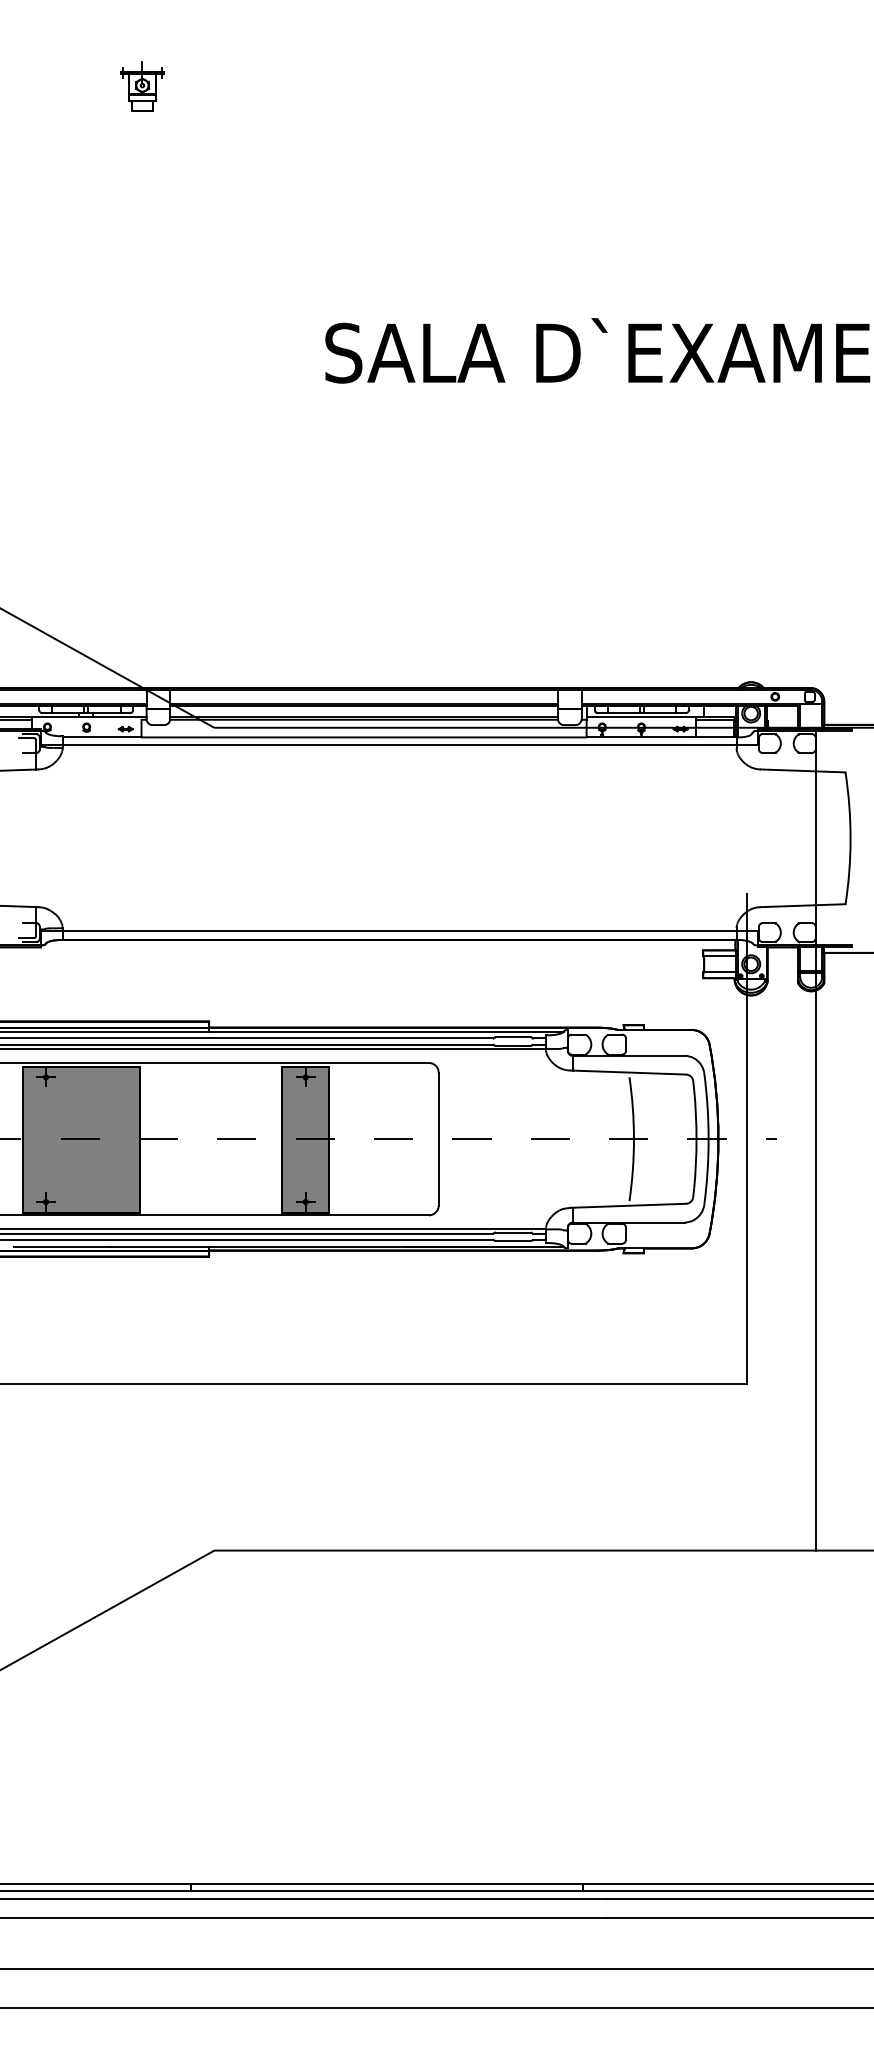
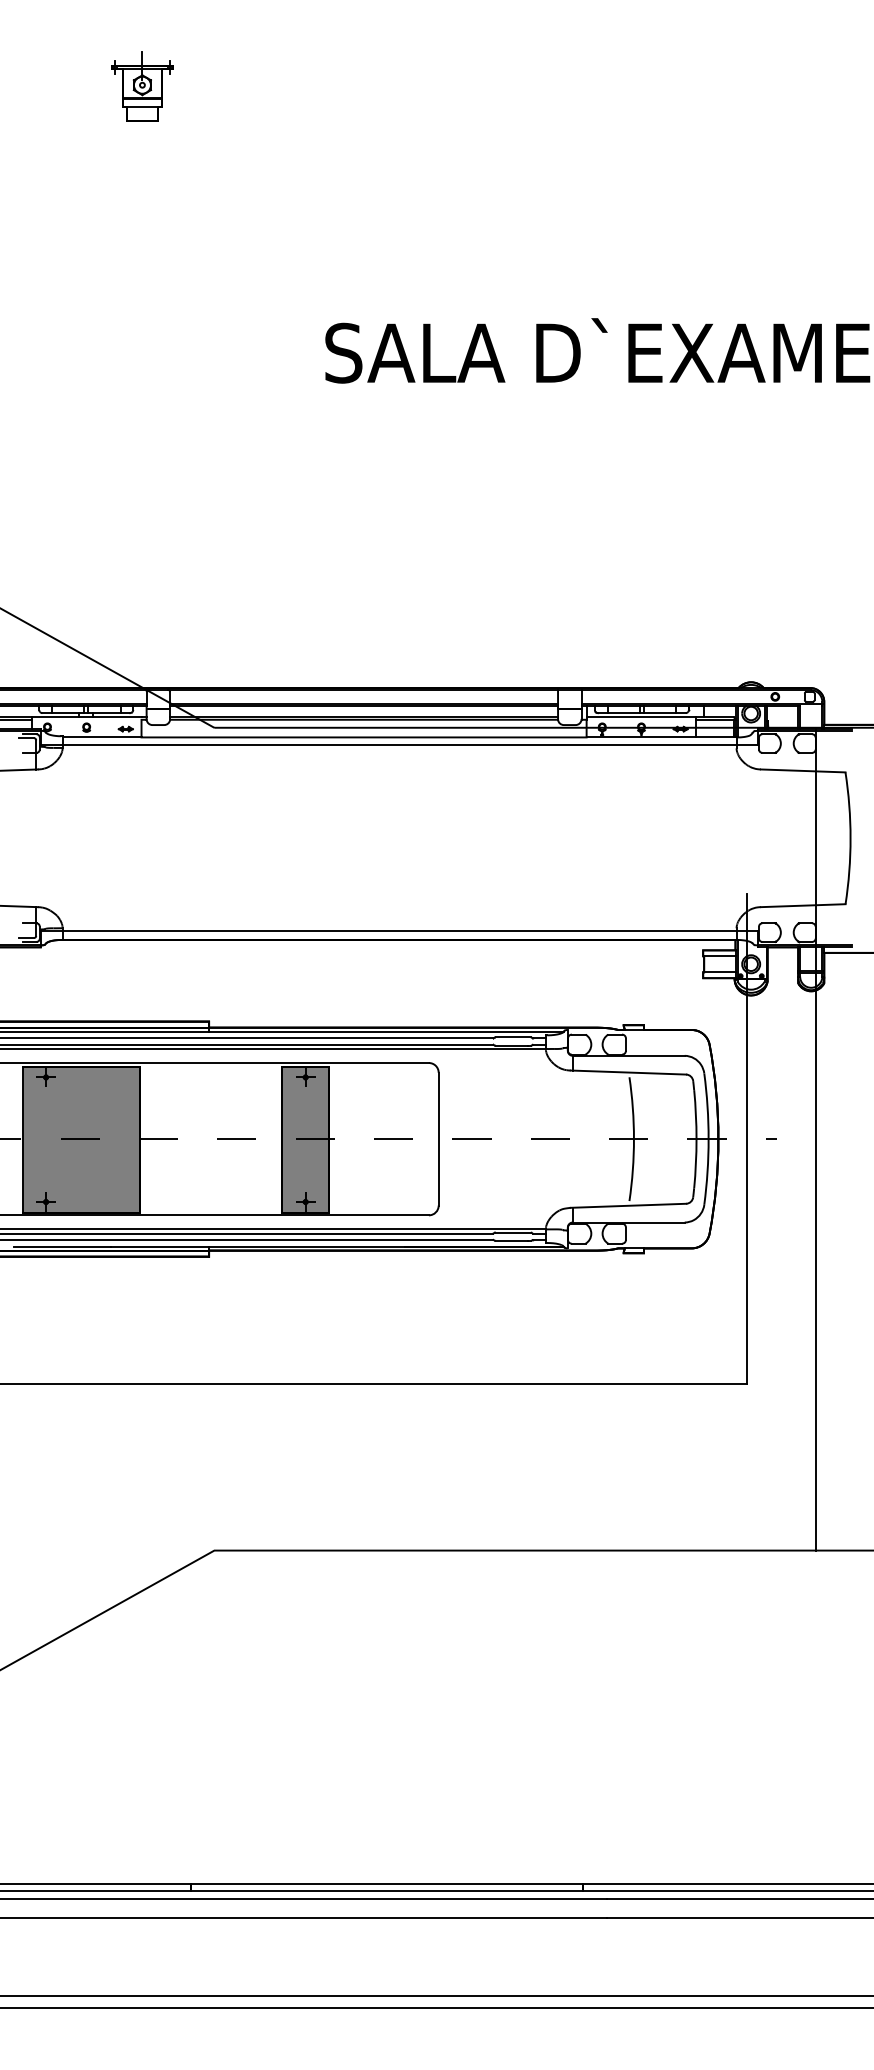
part at (142, 86) size: 45x51 px -> 63x71 px
line at (436, 1968) position: (436, 1968) -> (436, 1995)
